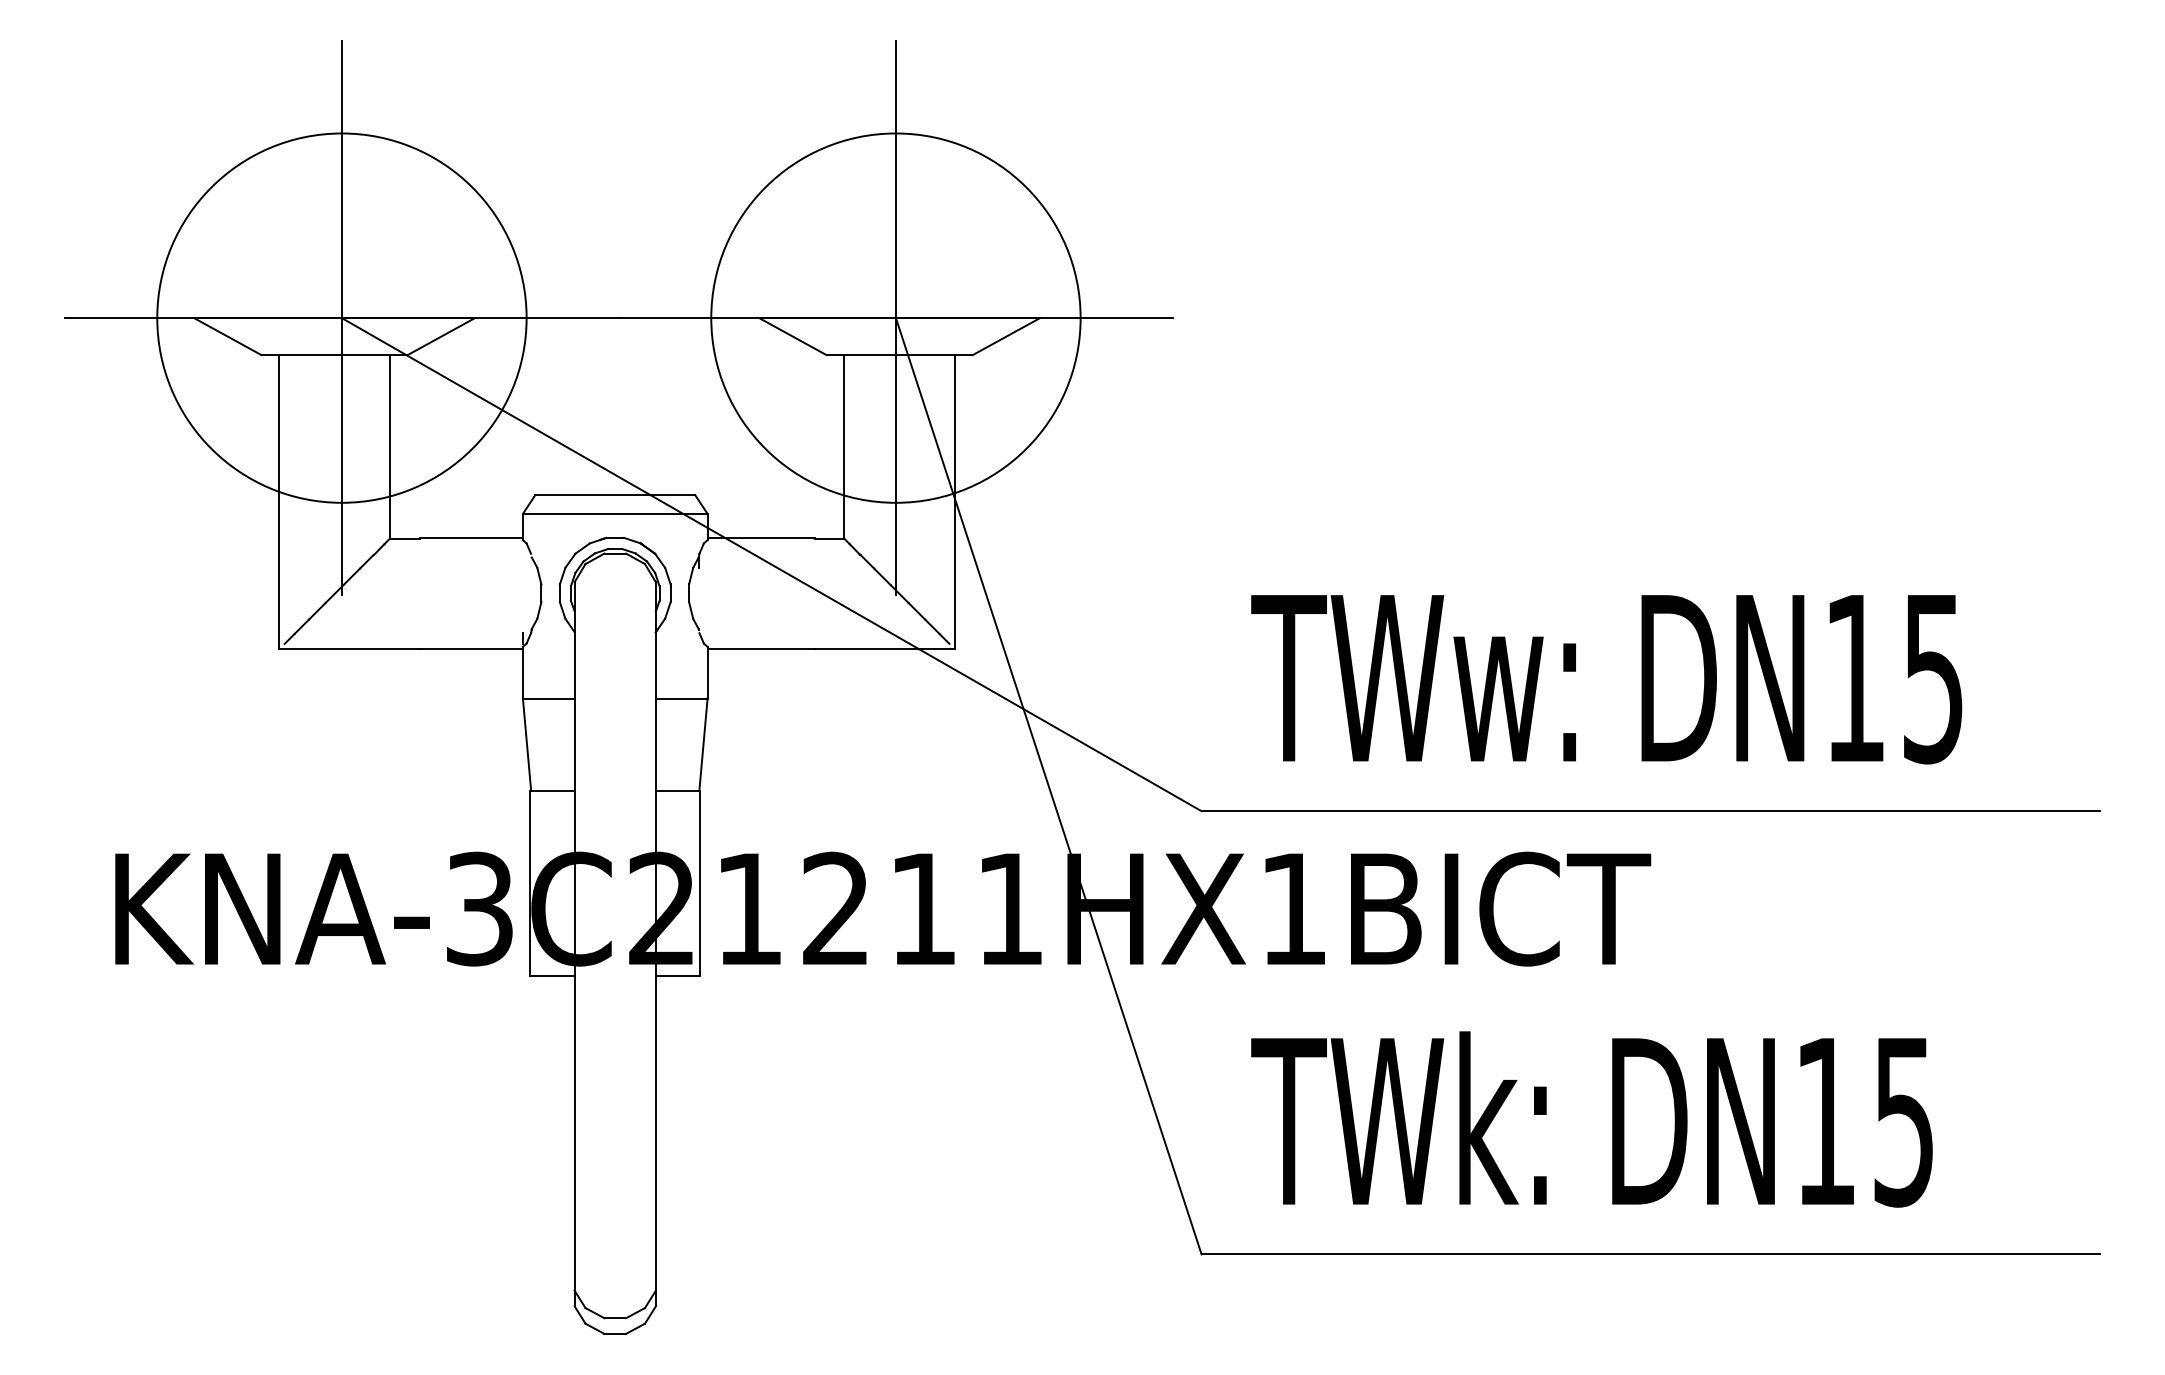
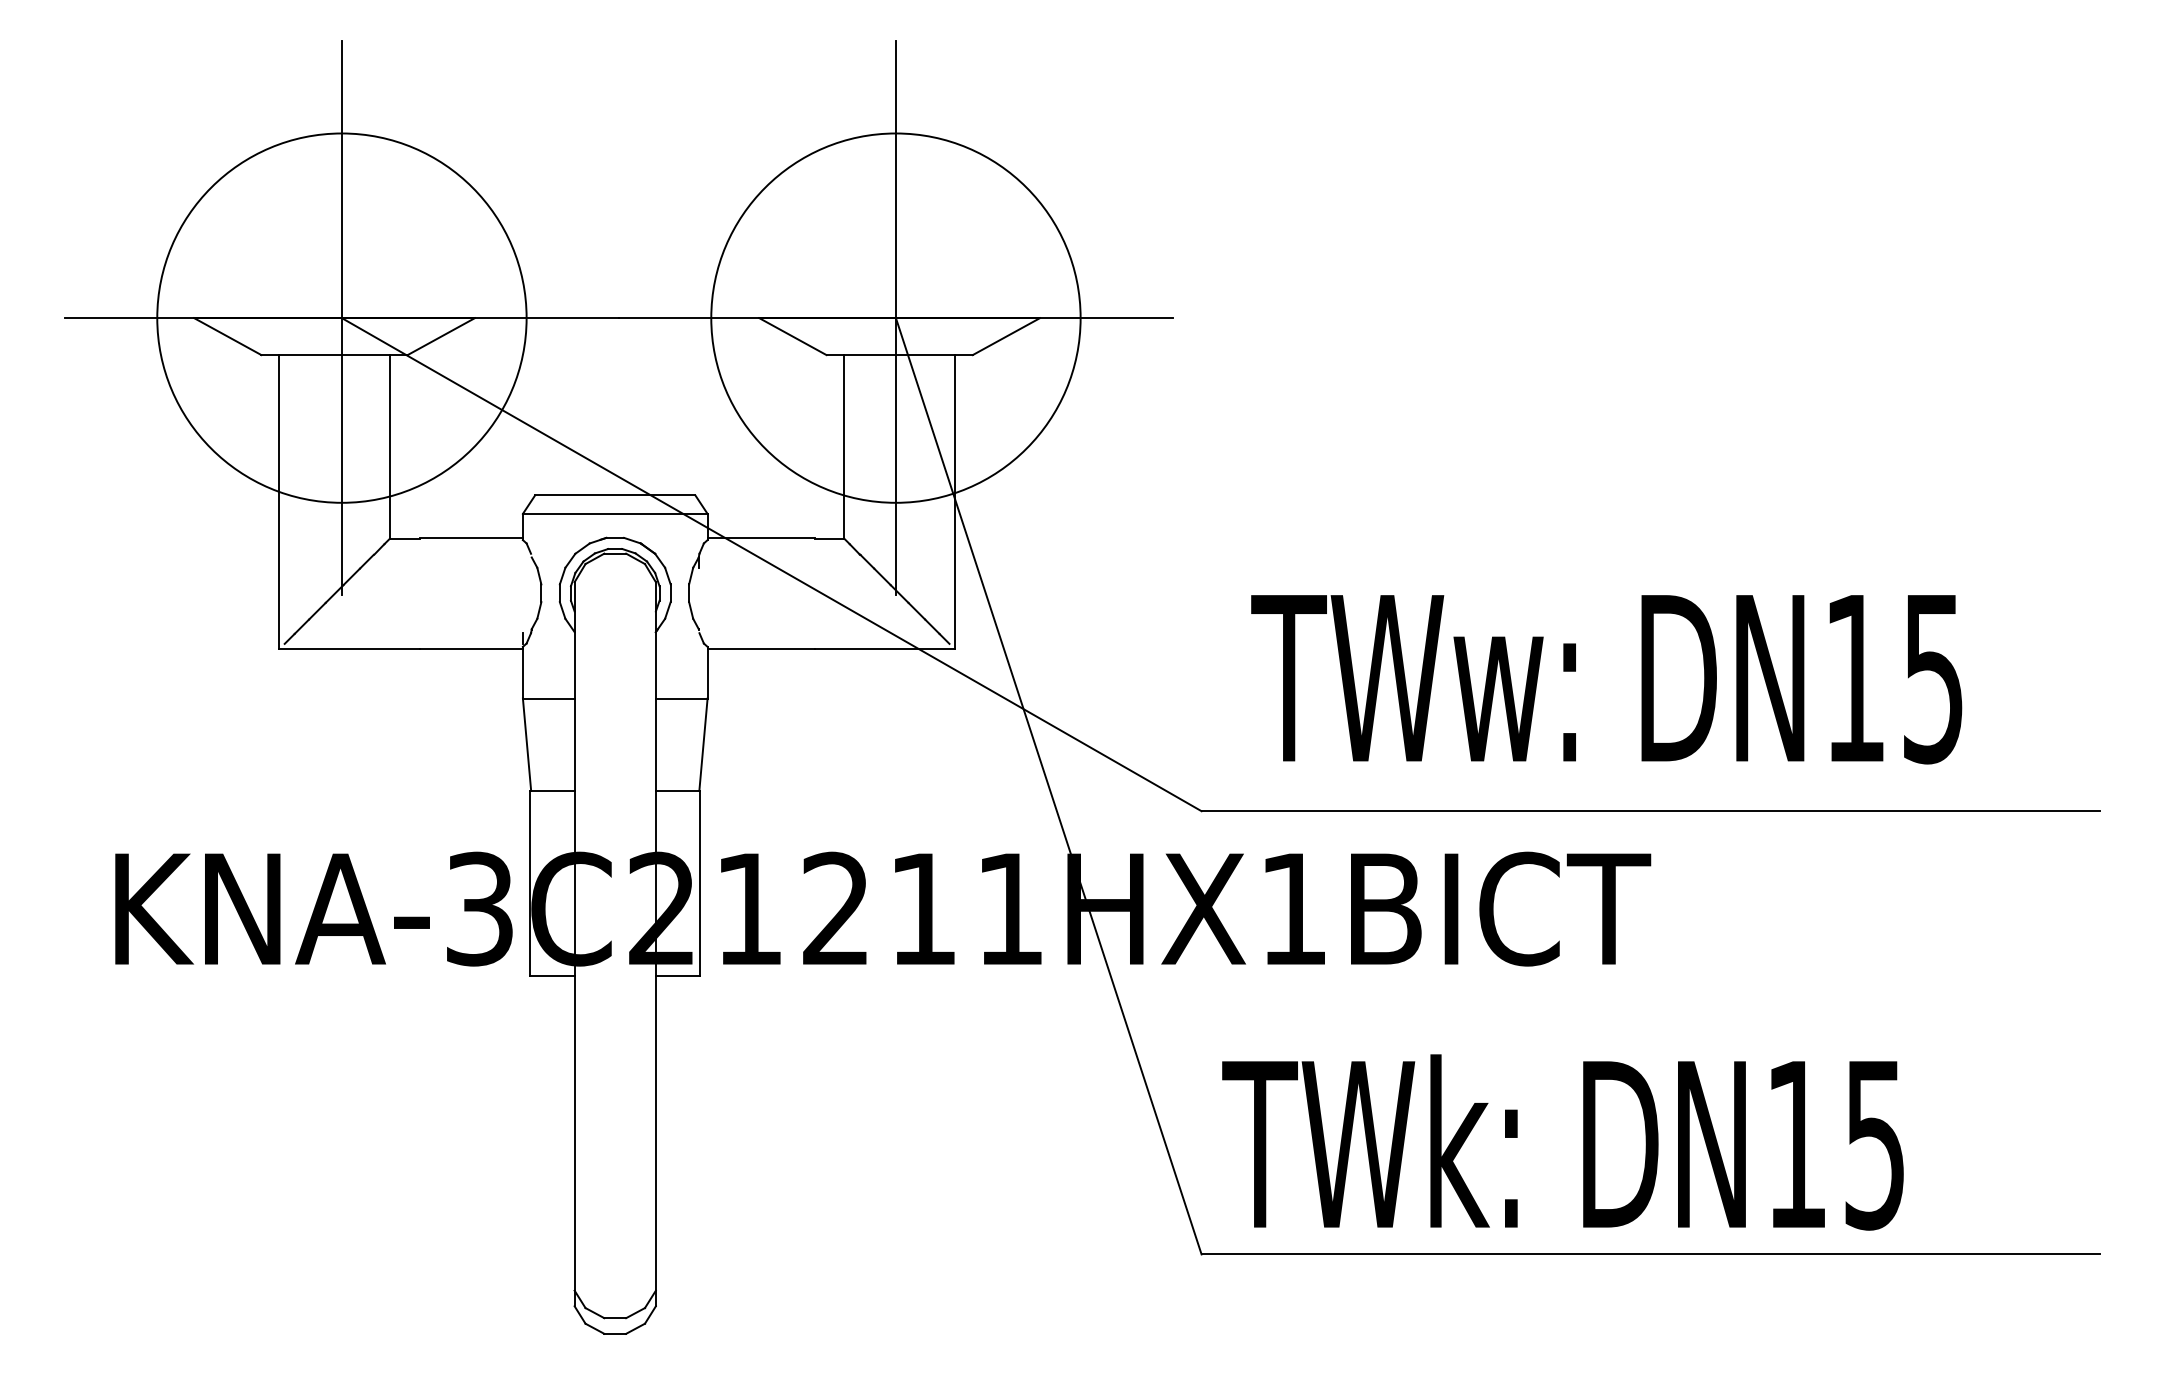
text at (1591, 1119) position: (1591, 1119) -> (1562, 1142)
